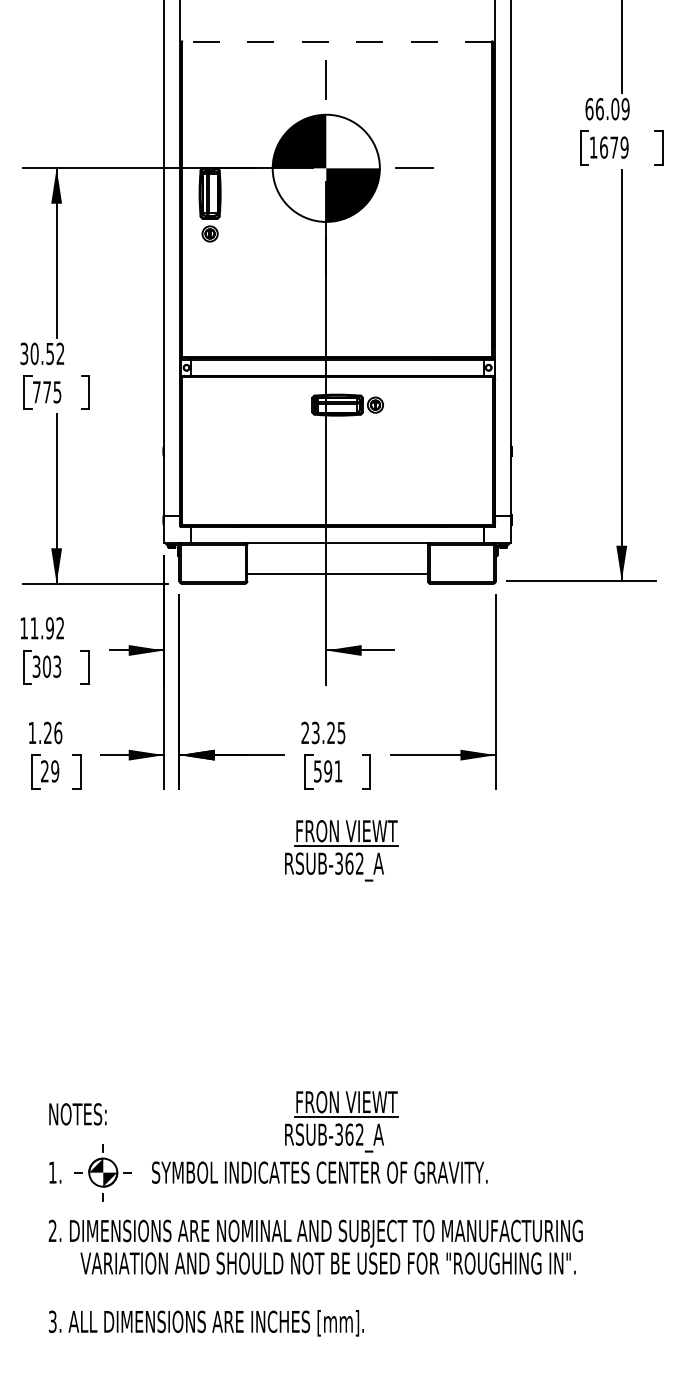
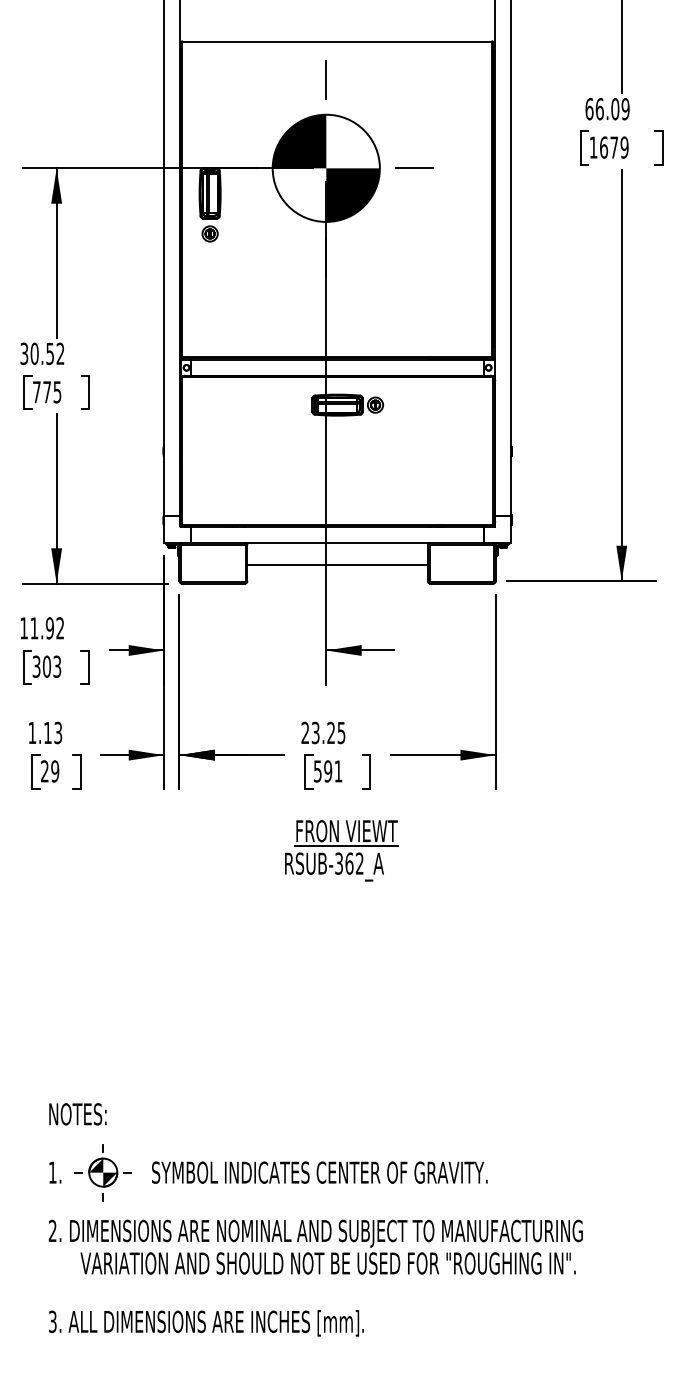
line at (337, 41): dashed -> solid
line at (337, 574) position: (337, 574) -> (337, 565)
text at (53, 732): 1.26 -> 1.13
part at (341, 1121): present -> none
